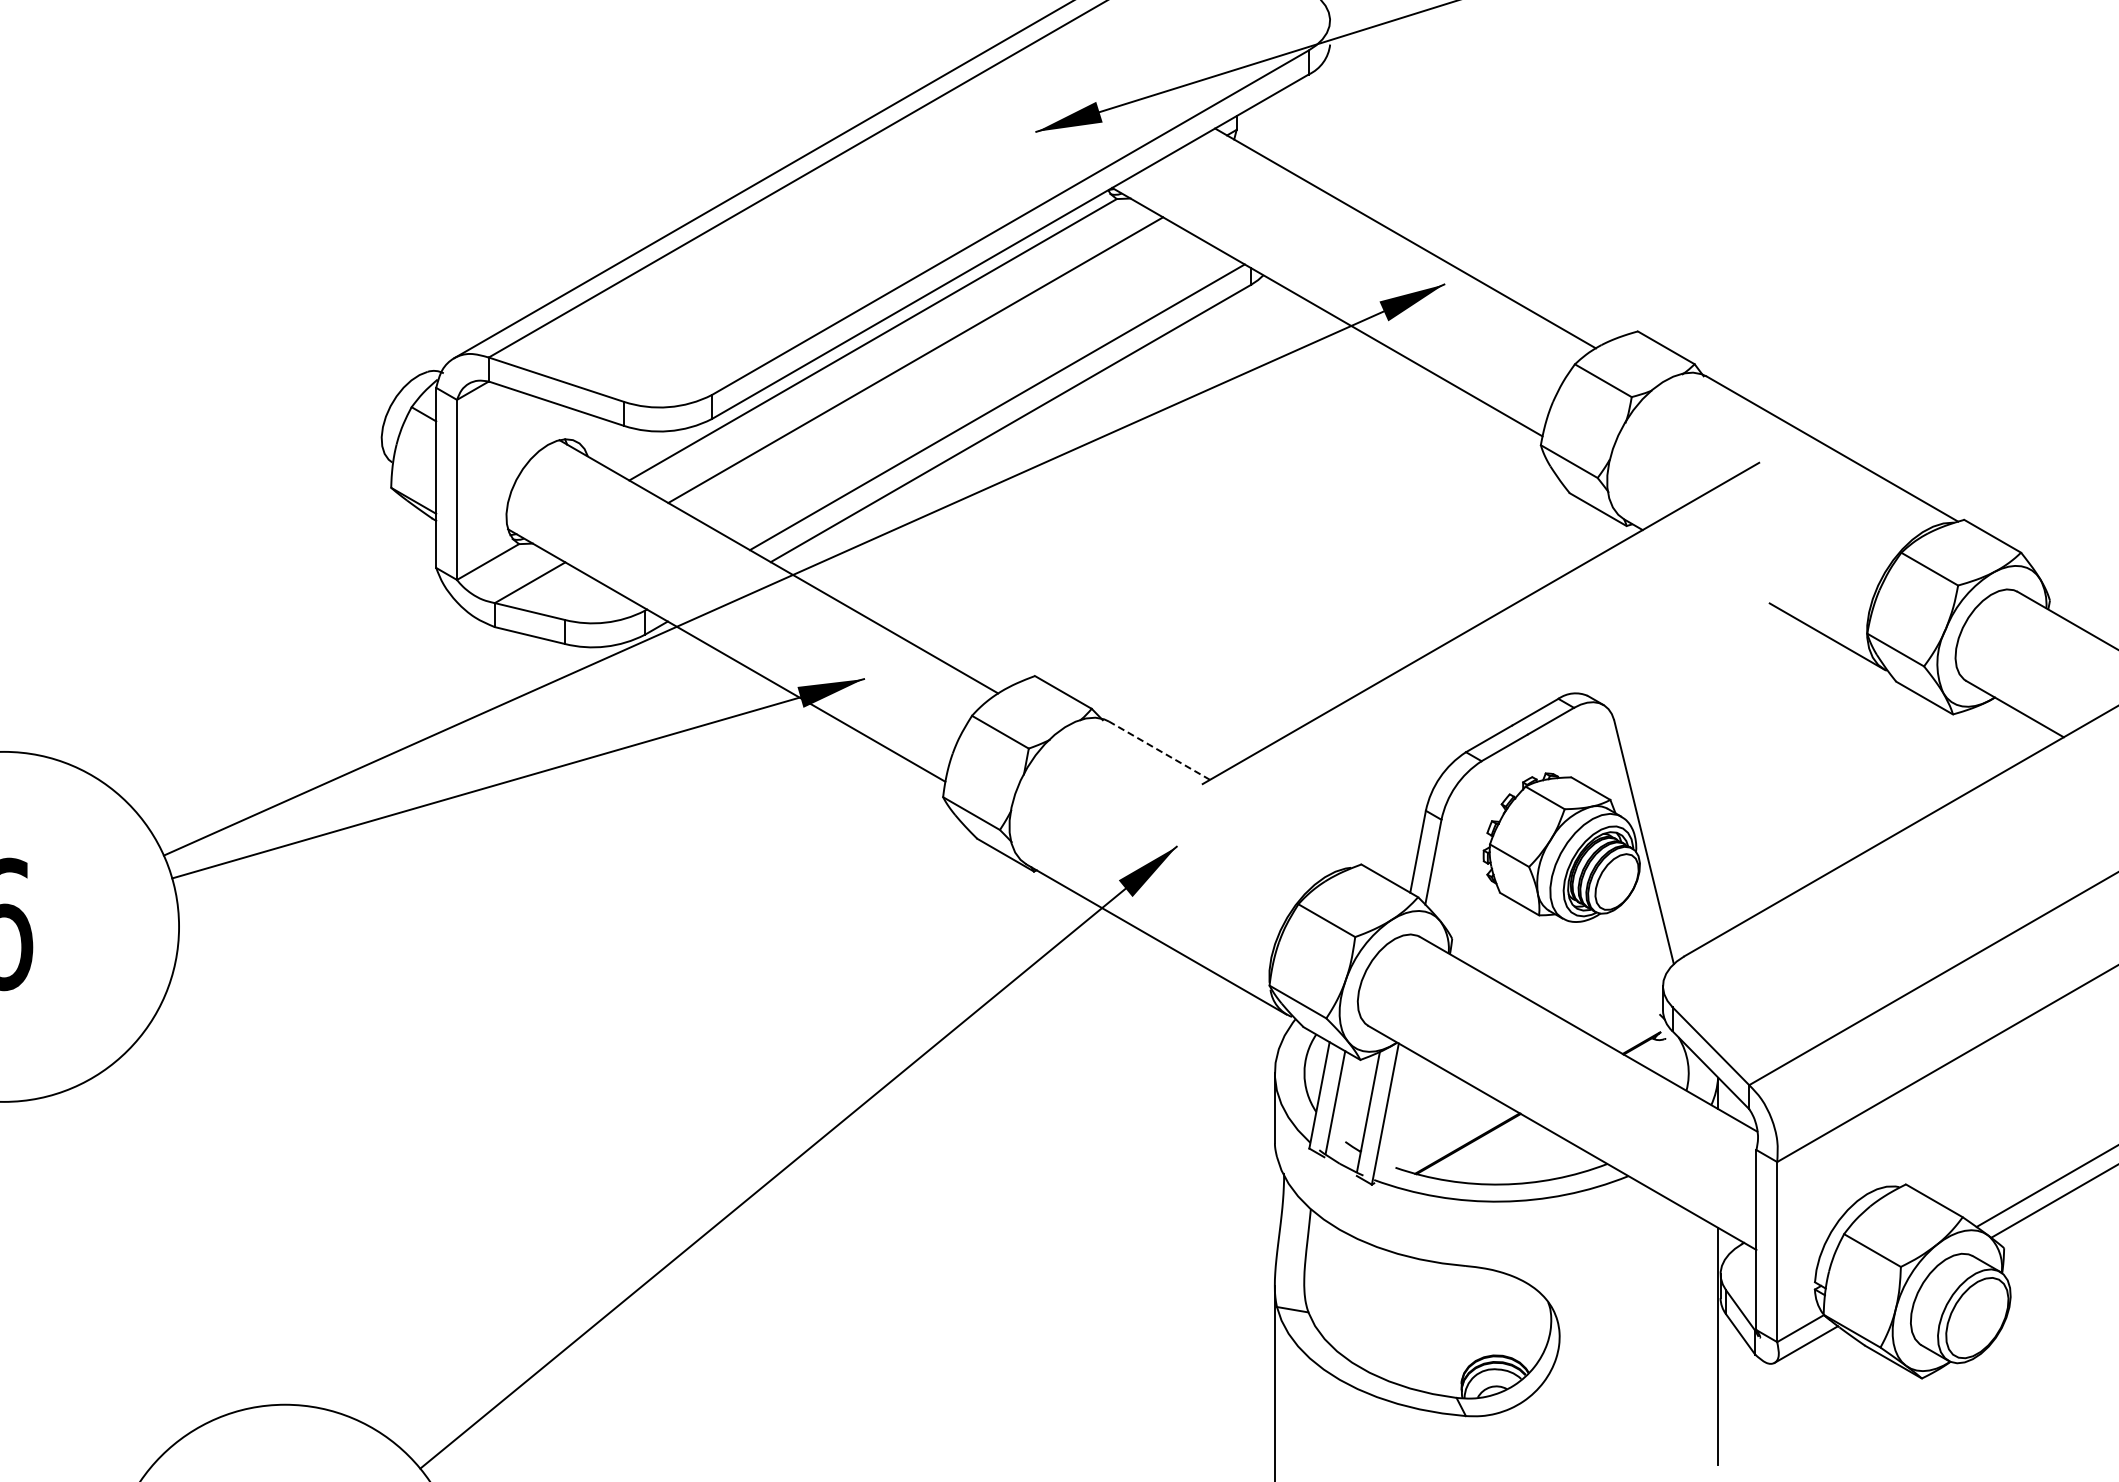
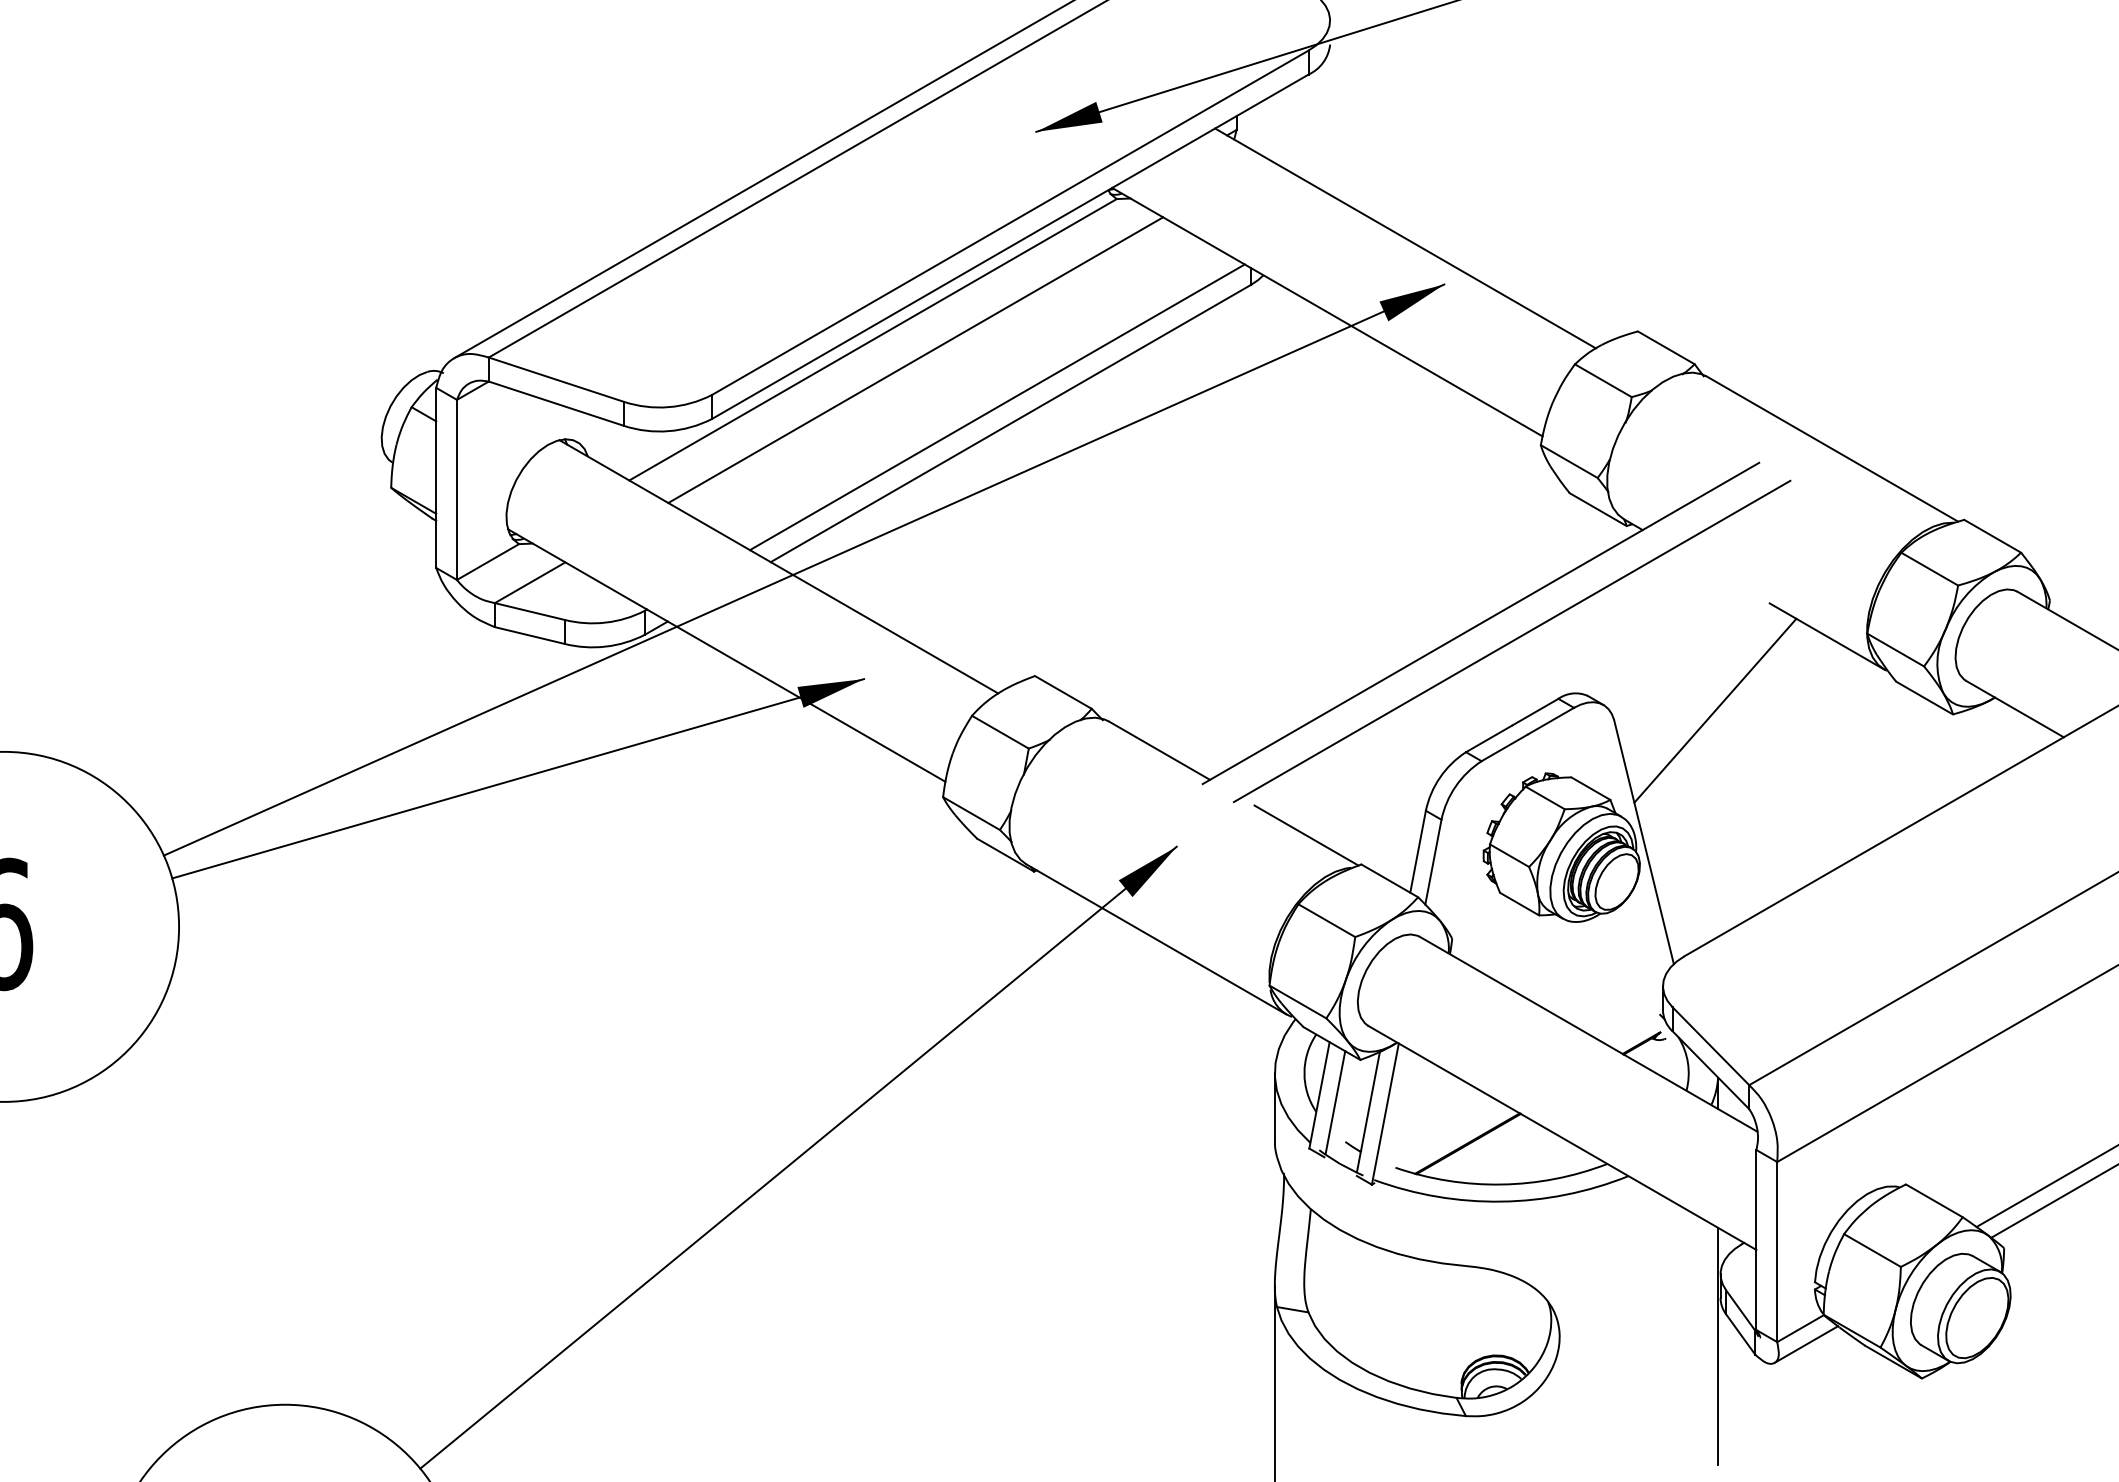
line at (1511, 641): none -> present
line at (1715, 710): none -> present
line at (1159, 750): dashed -> solid
line at (1306, 835): none -> present
